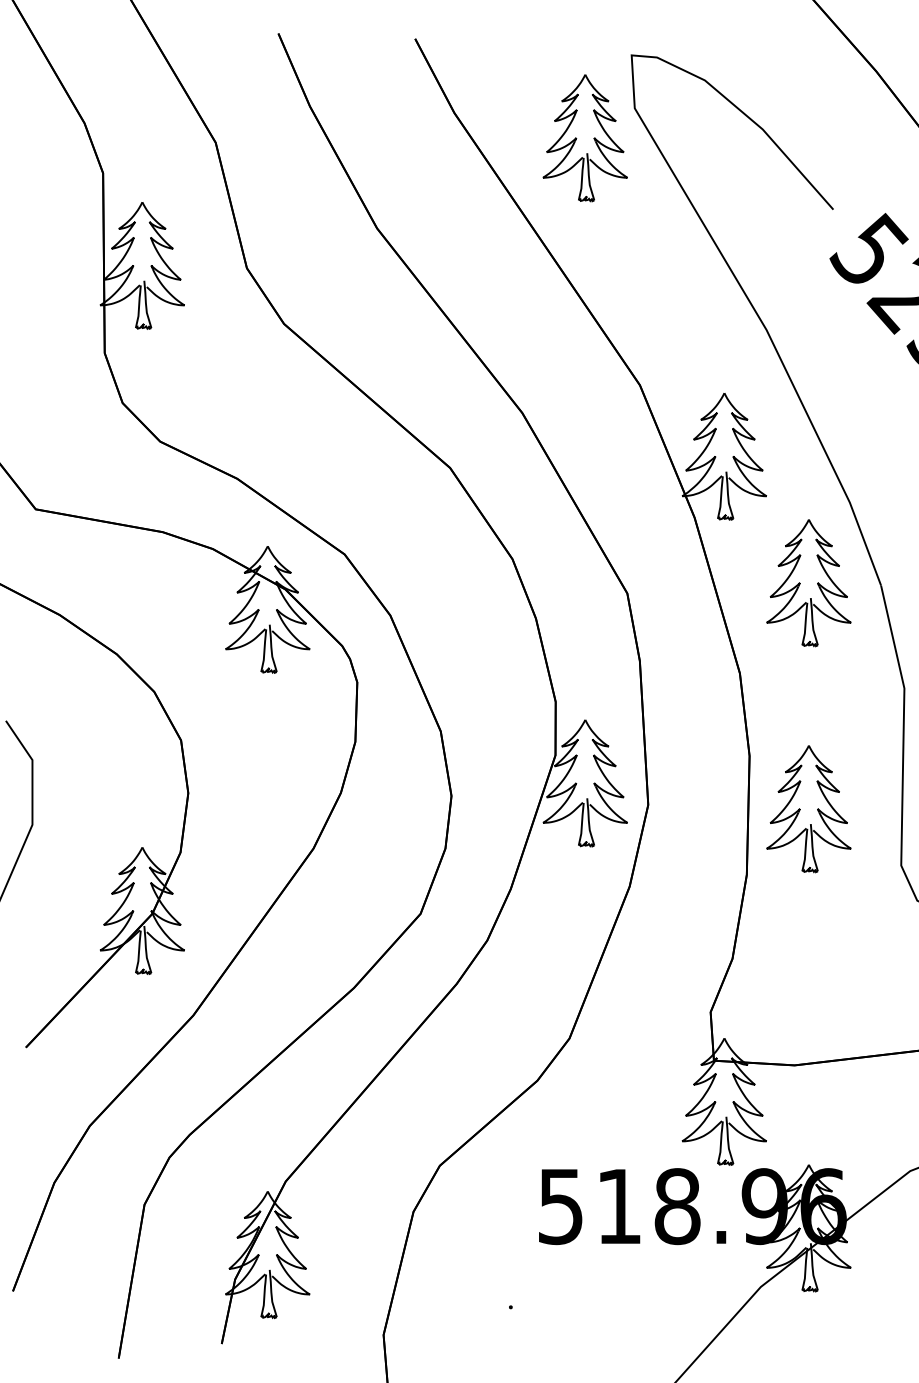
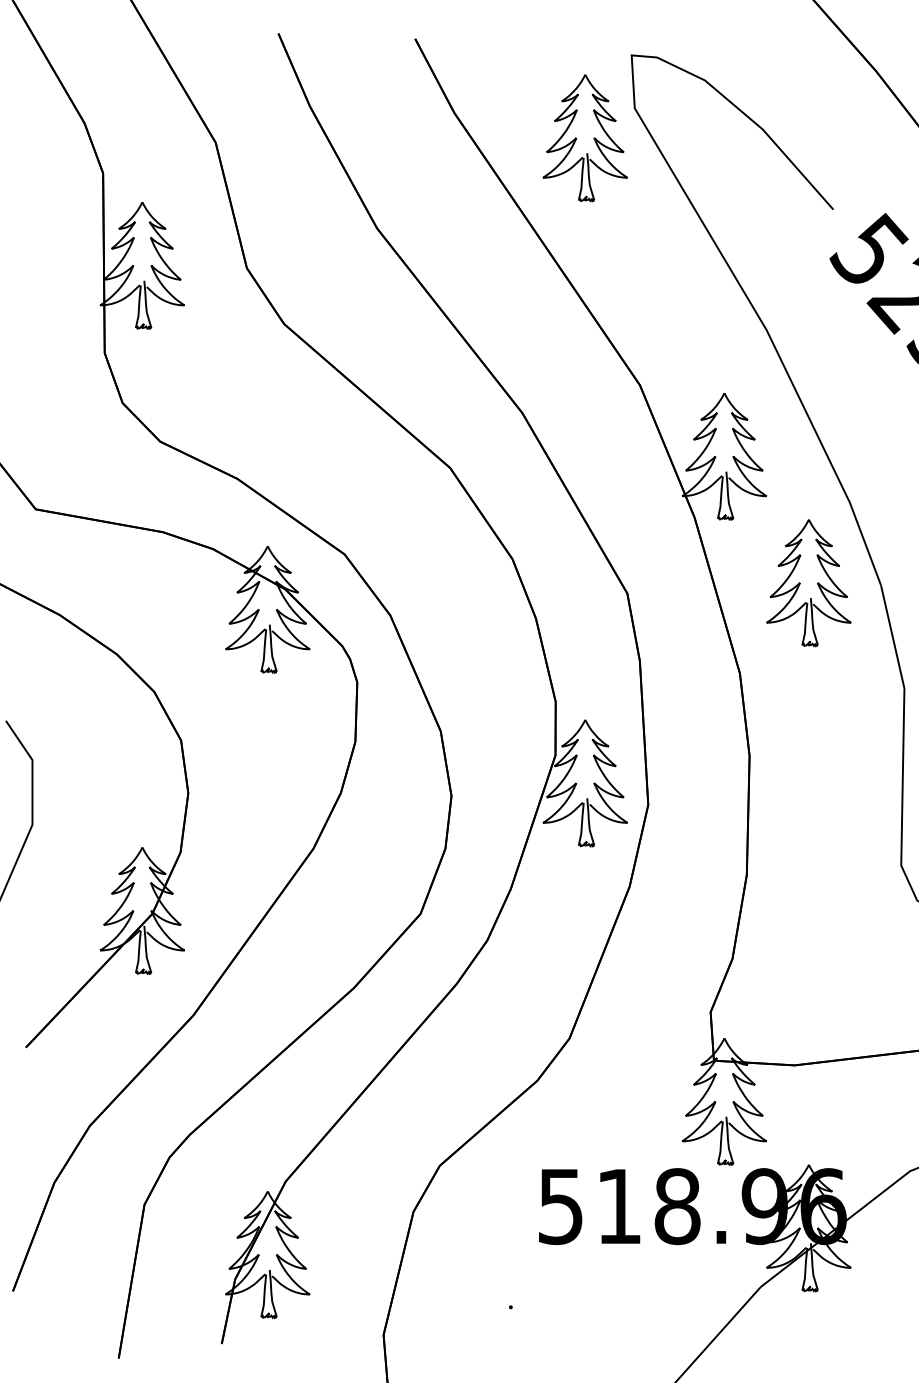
part at (808, 809): present -> none
